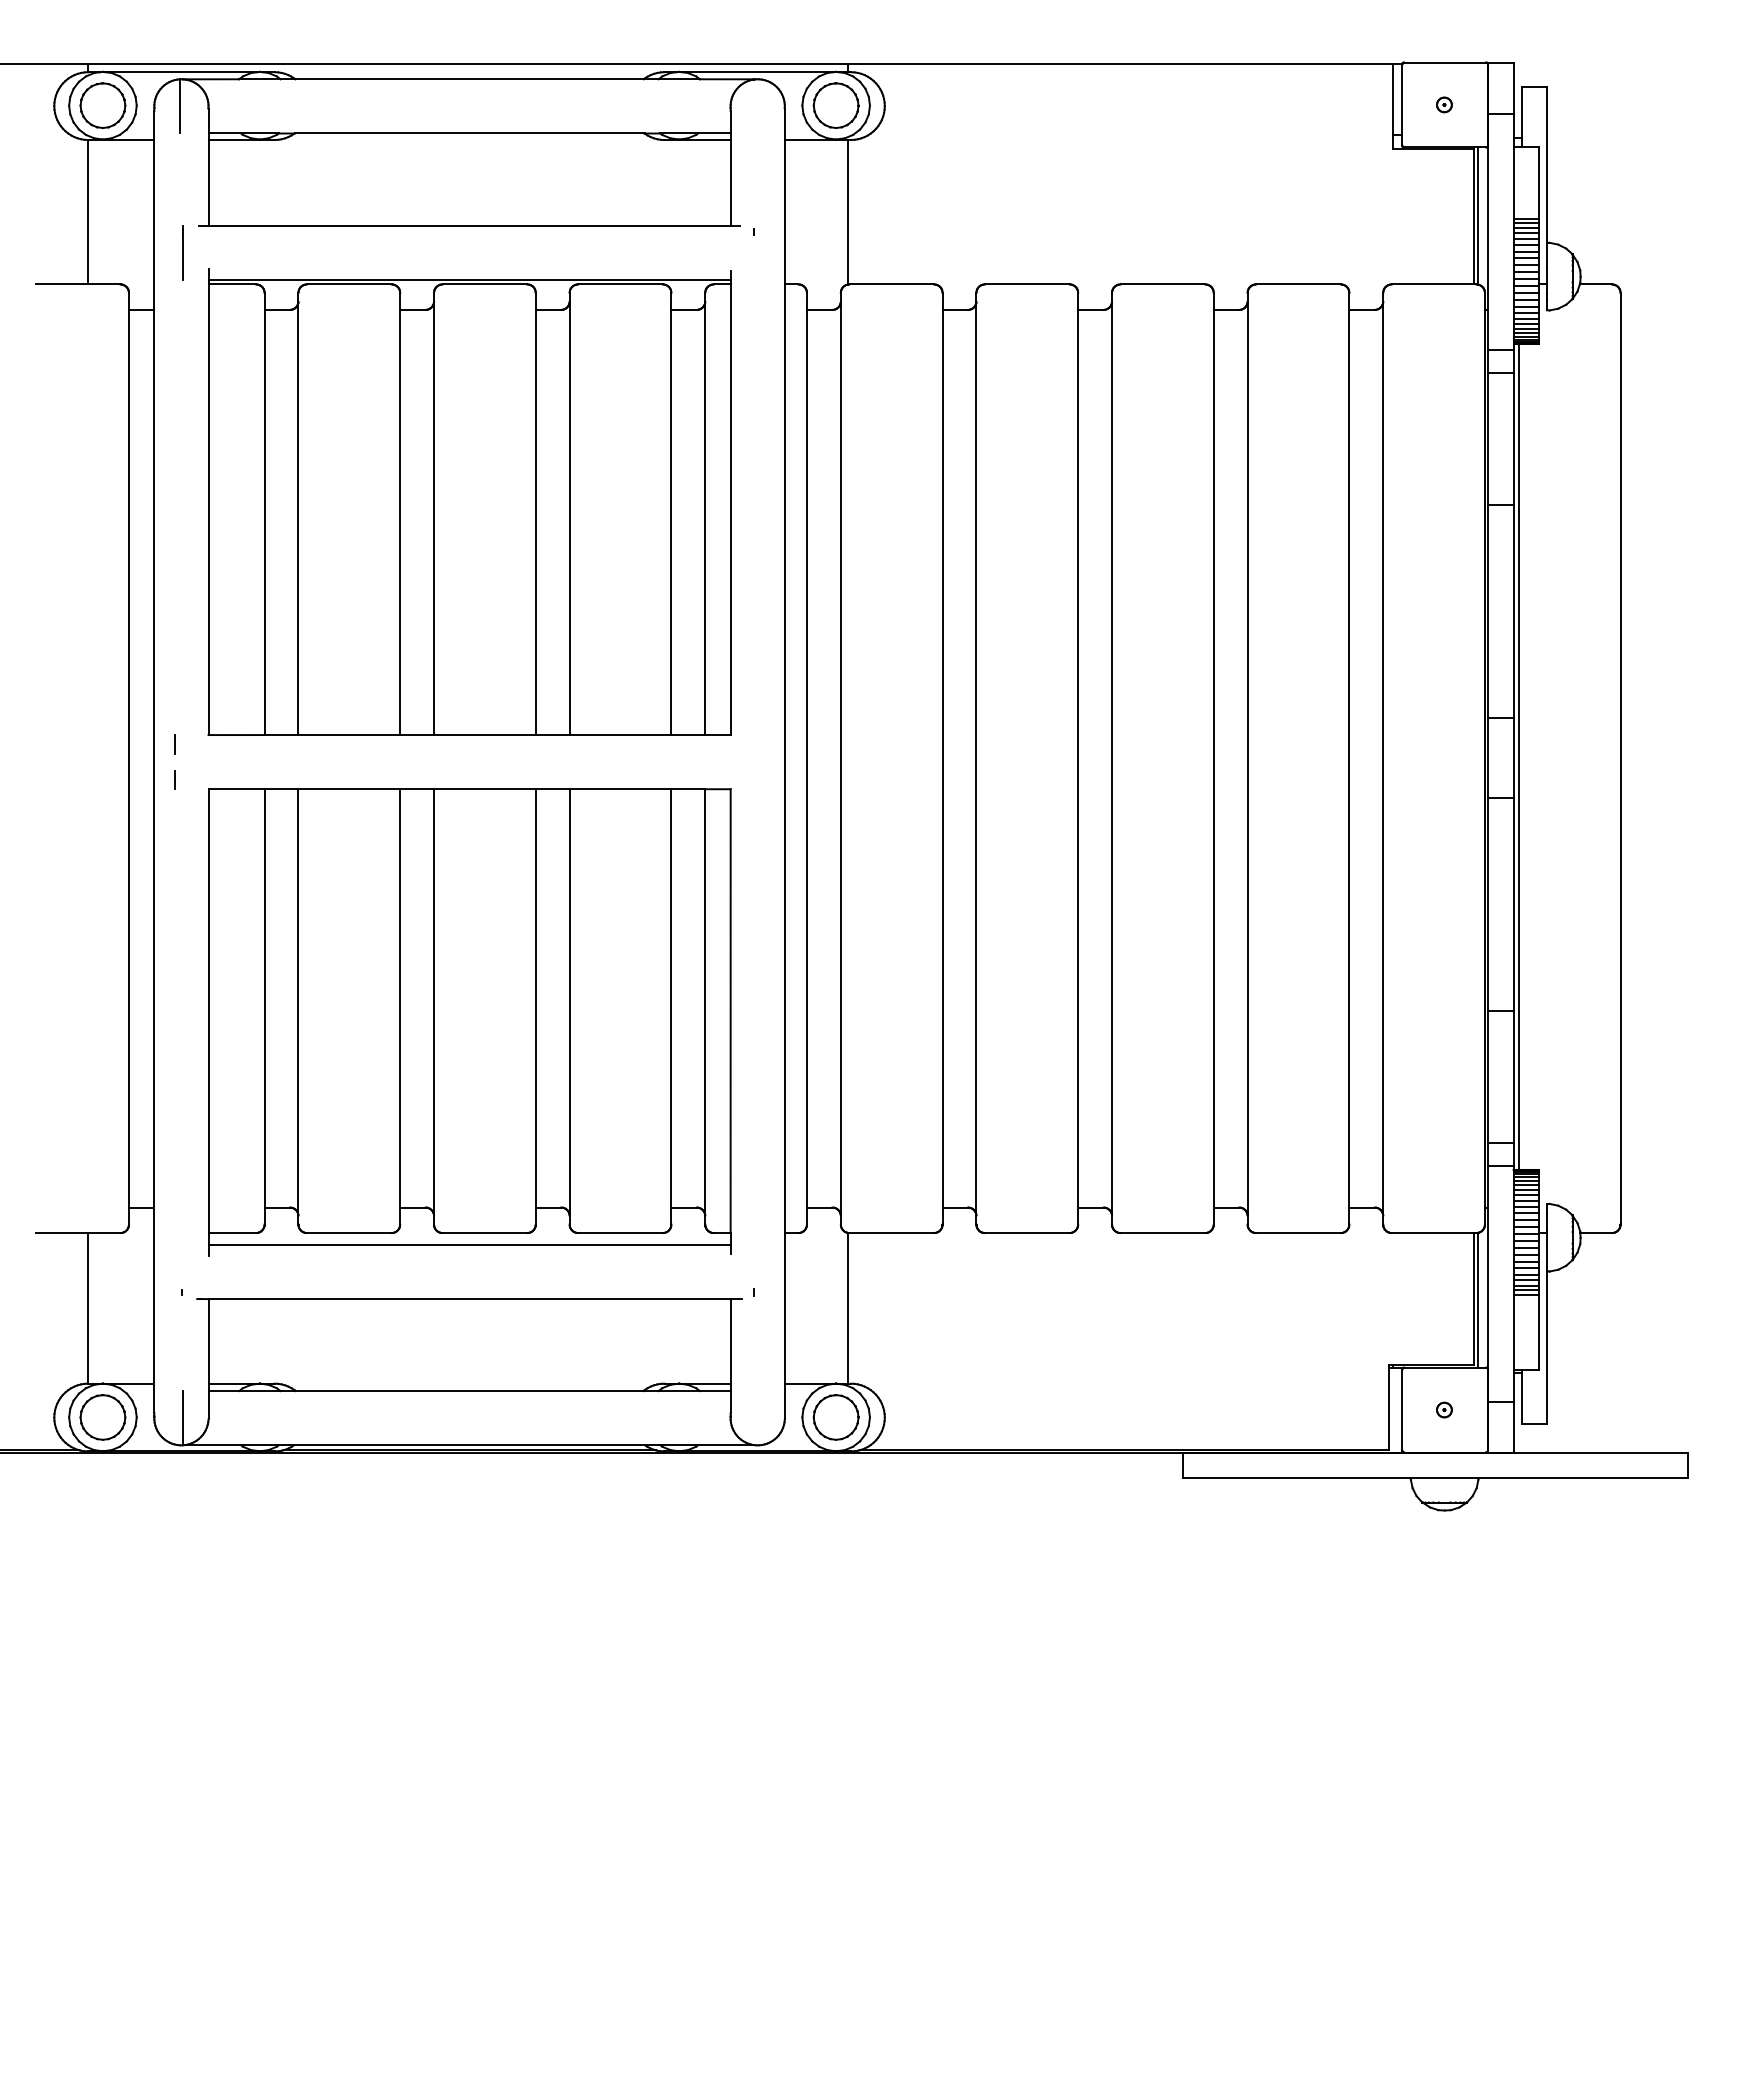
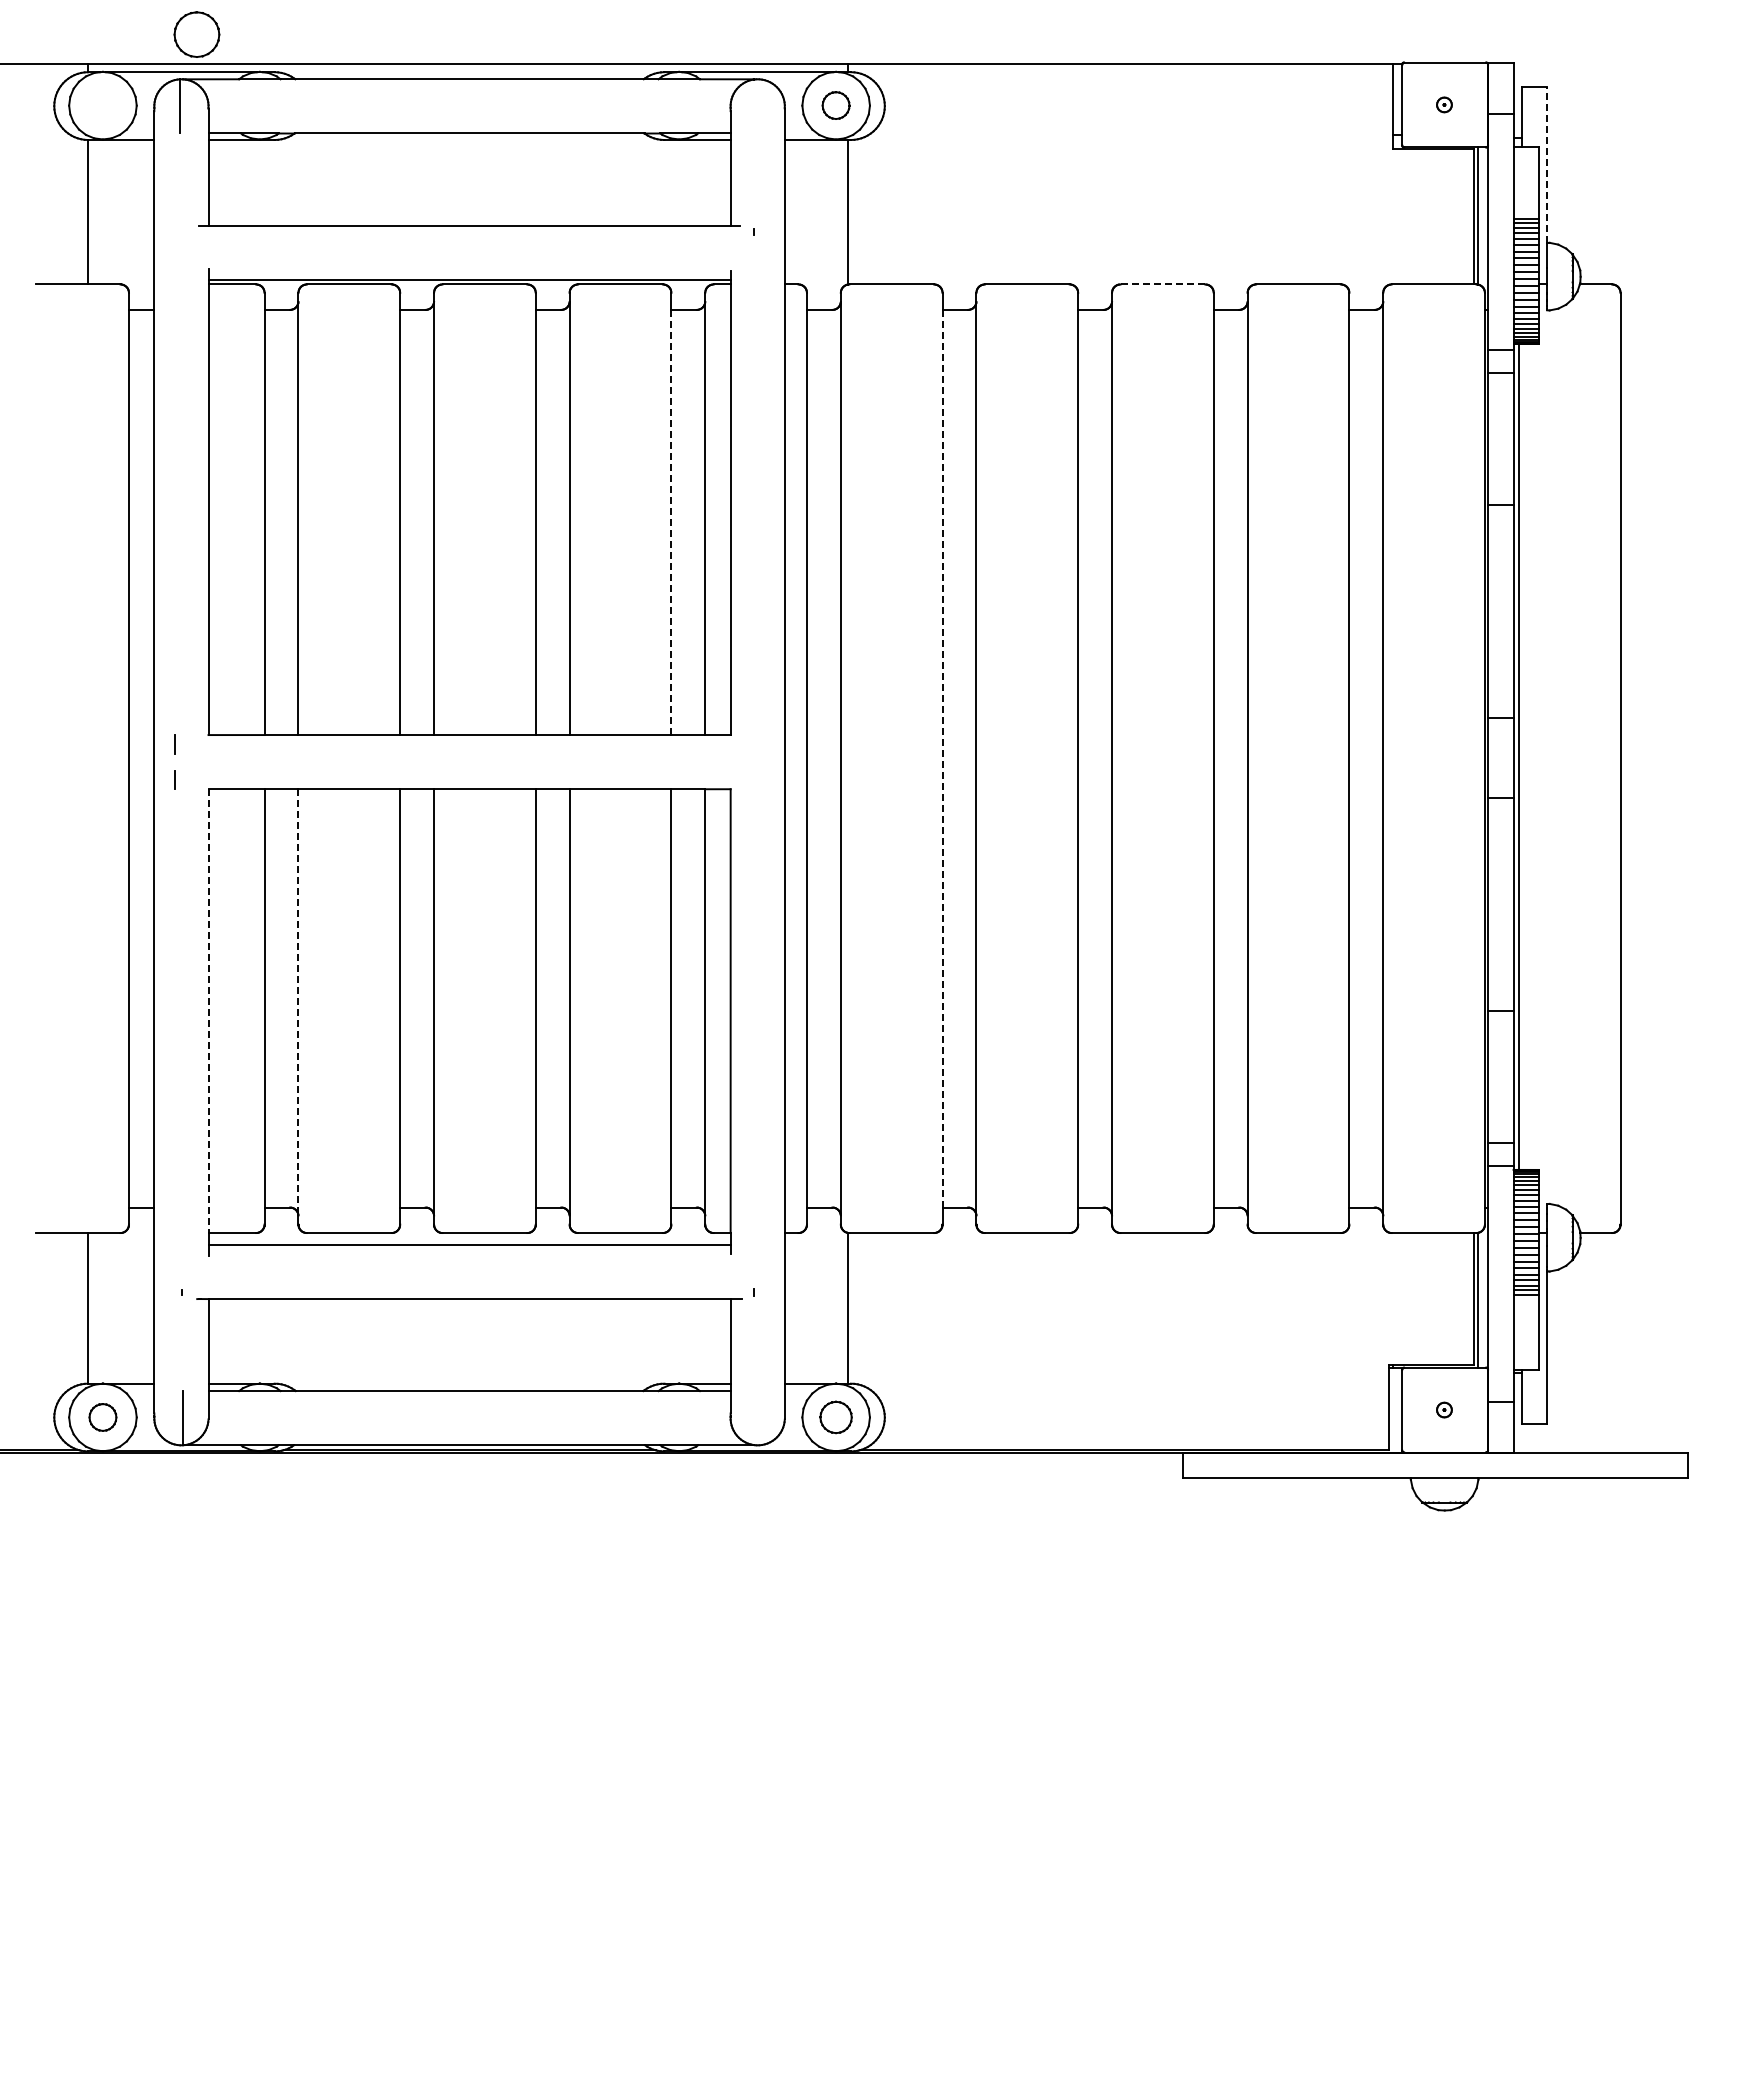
part at (102, 105) position: (102, 105) -> (196, 34)
part at (835, 105) size: 48x47 px -> 30x29 px
line at (1547, 164): solid -> dashed
line at (182, 252): present -> none
line at (1162, 284): solid -> dashed
line at (671, 522): solid -> dashed
line at (942, 758): solid -> dashed
line at (298, 1002): solid -> dashed
line at (208, 1011): solid -> dashed
part at (102, 1417) size: 48x47 px -> 30x29 px
part at (835, 1417) size: 48x47 px -> 34x35 px
